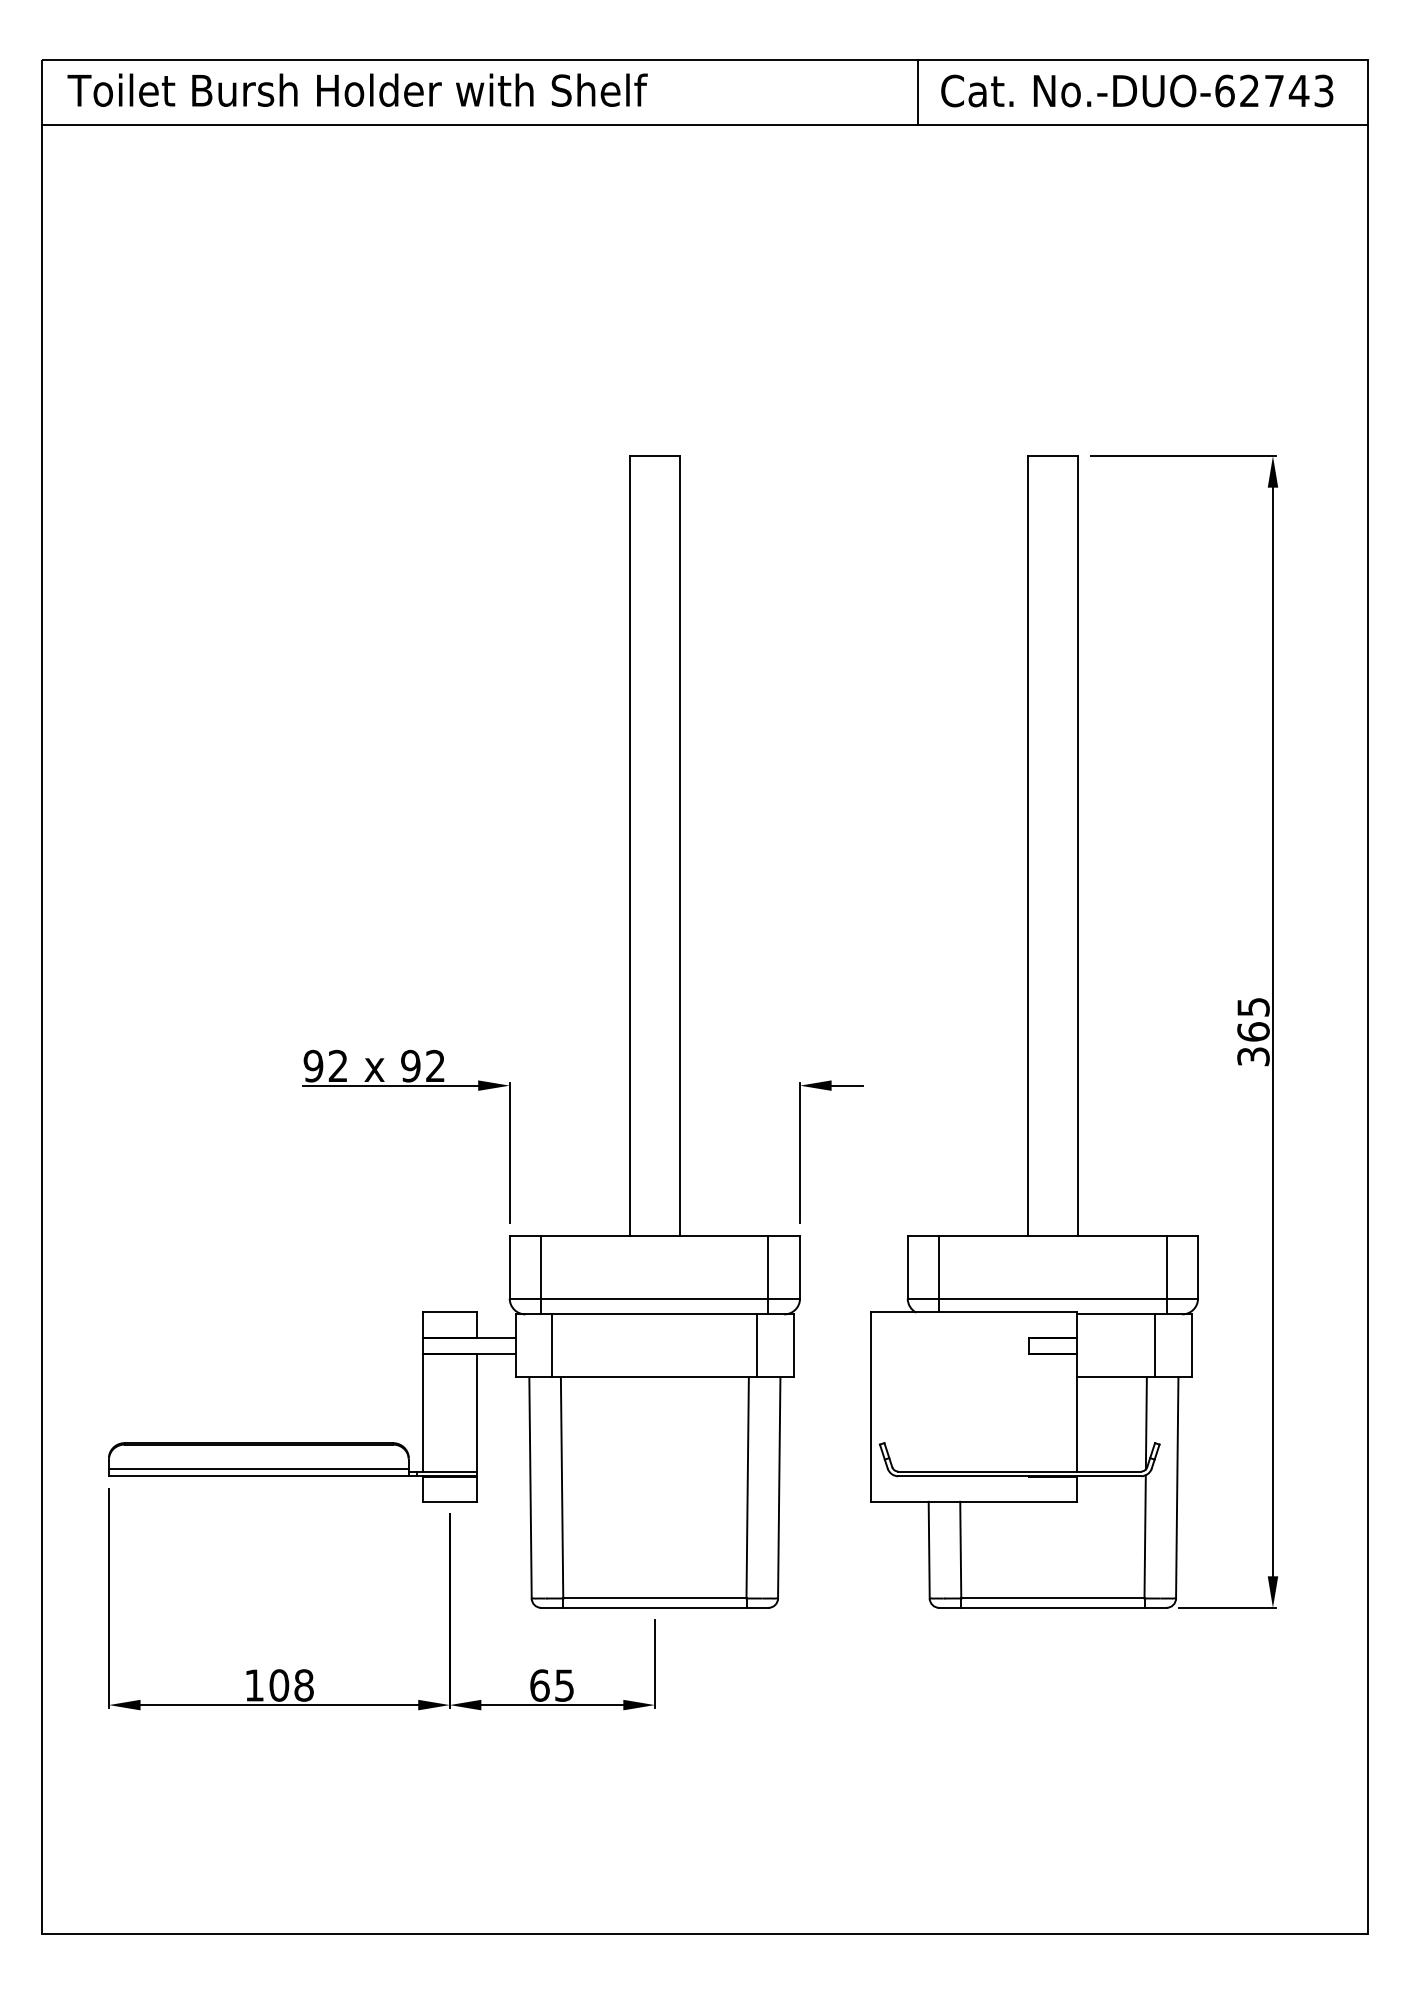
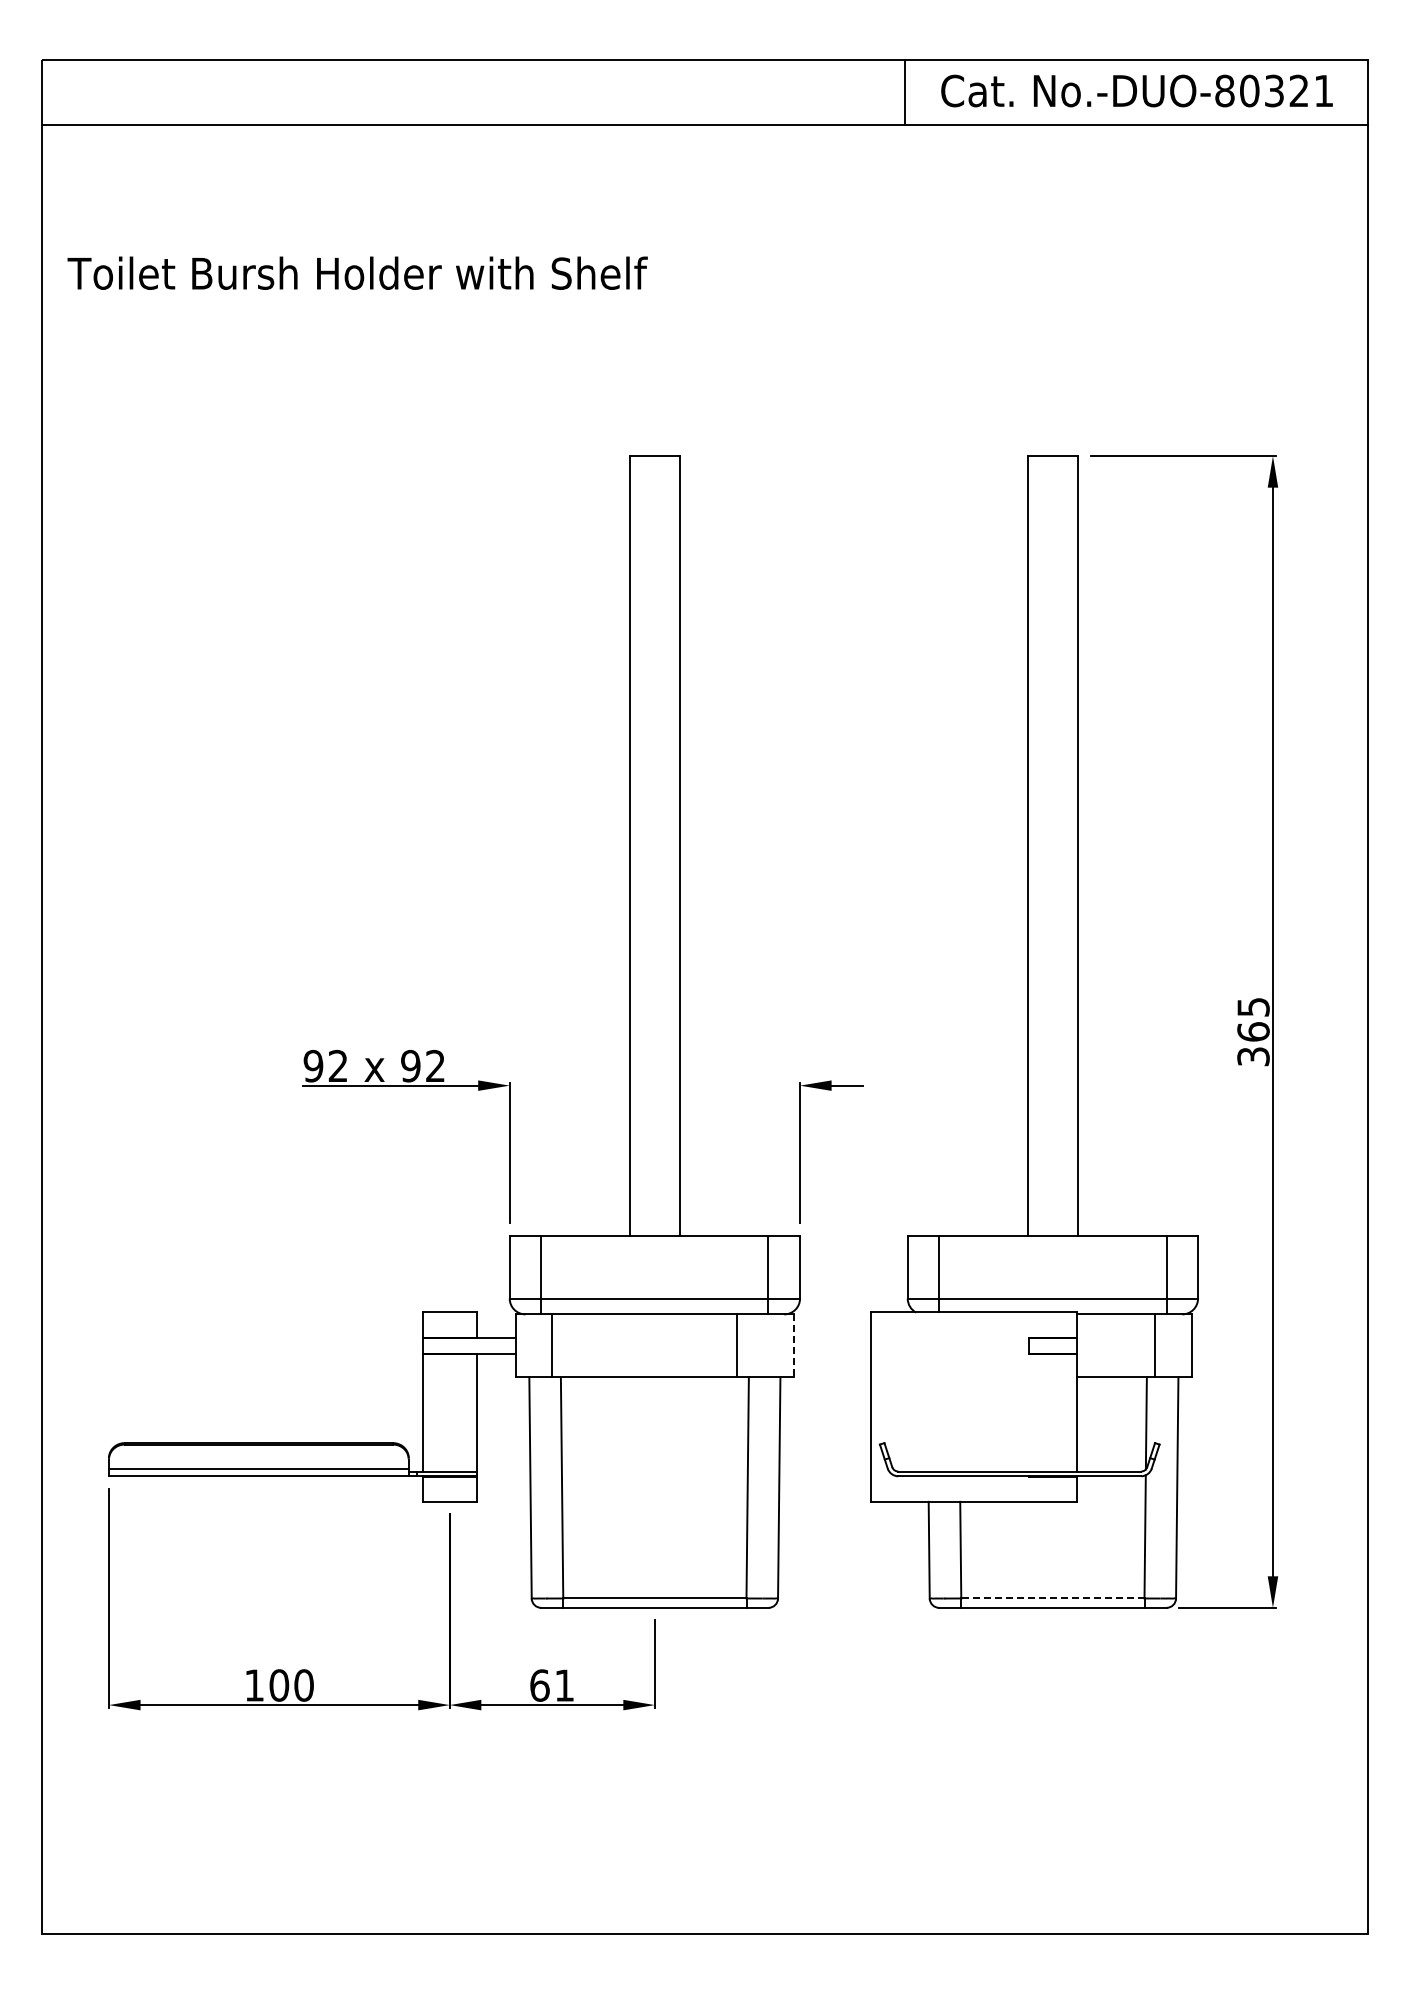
text at (357, 89) position: (357, 89) -> (357, 272)
text at (1274, 90): No.-DUO-62743 -> No.-DUO-80321
line at (918, 92) position: (918, 92) -> (905, 92)
line at (757, 1345) position: (757, 1345) -> (737, 1345)
line at (793, 1345): solid -> dashed
line at (1052, 1598): solid -> dashed
text at (303, 1685): 108 -> 100
text at (564, 1685): 65 -> 61
